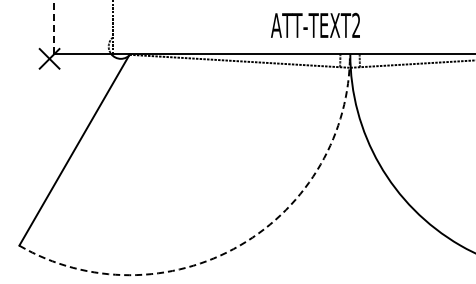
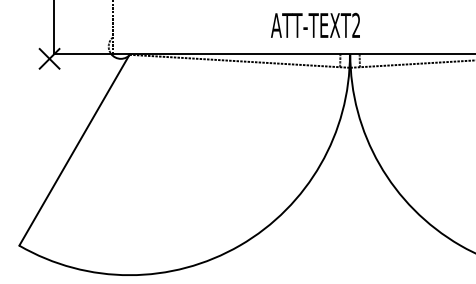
line at (53, 27): dashed -> solid
arc at (240, 245): dashed -> solid
